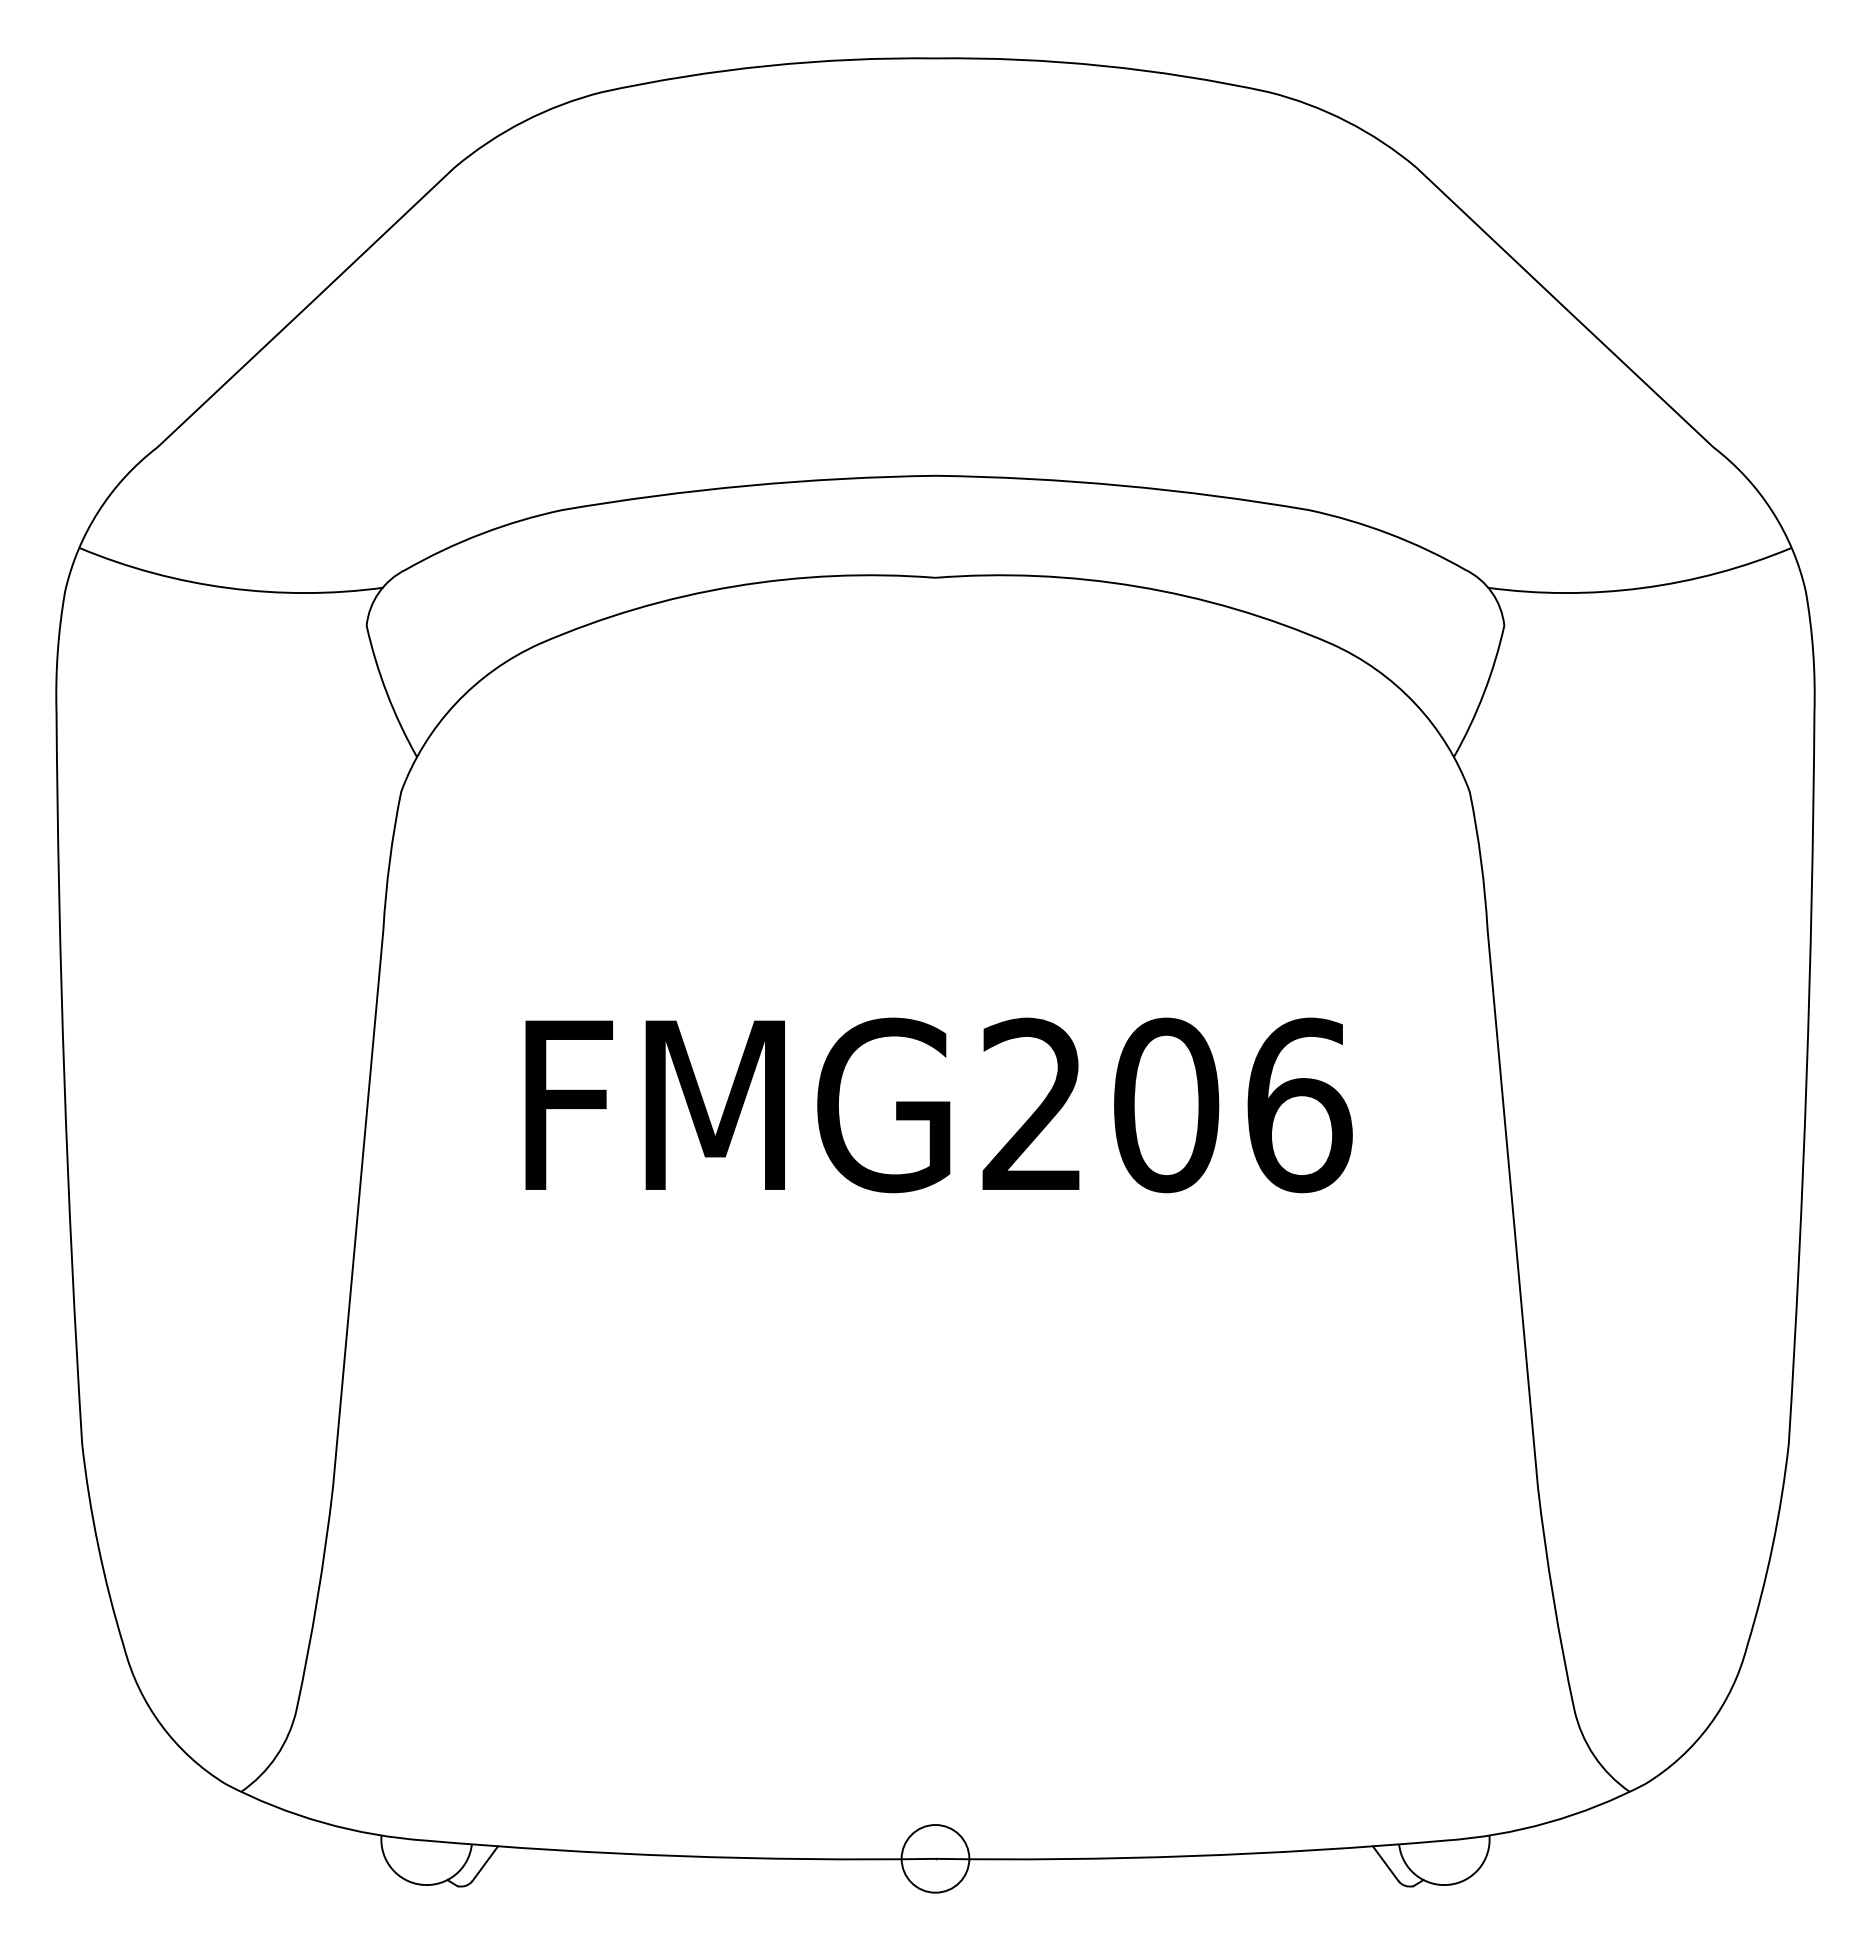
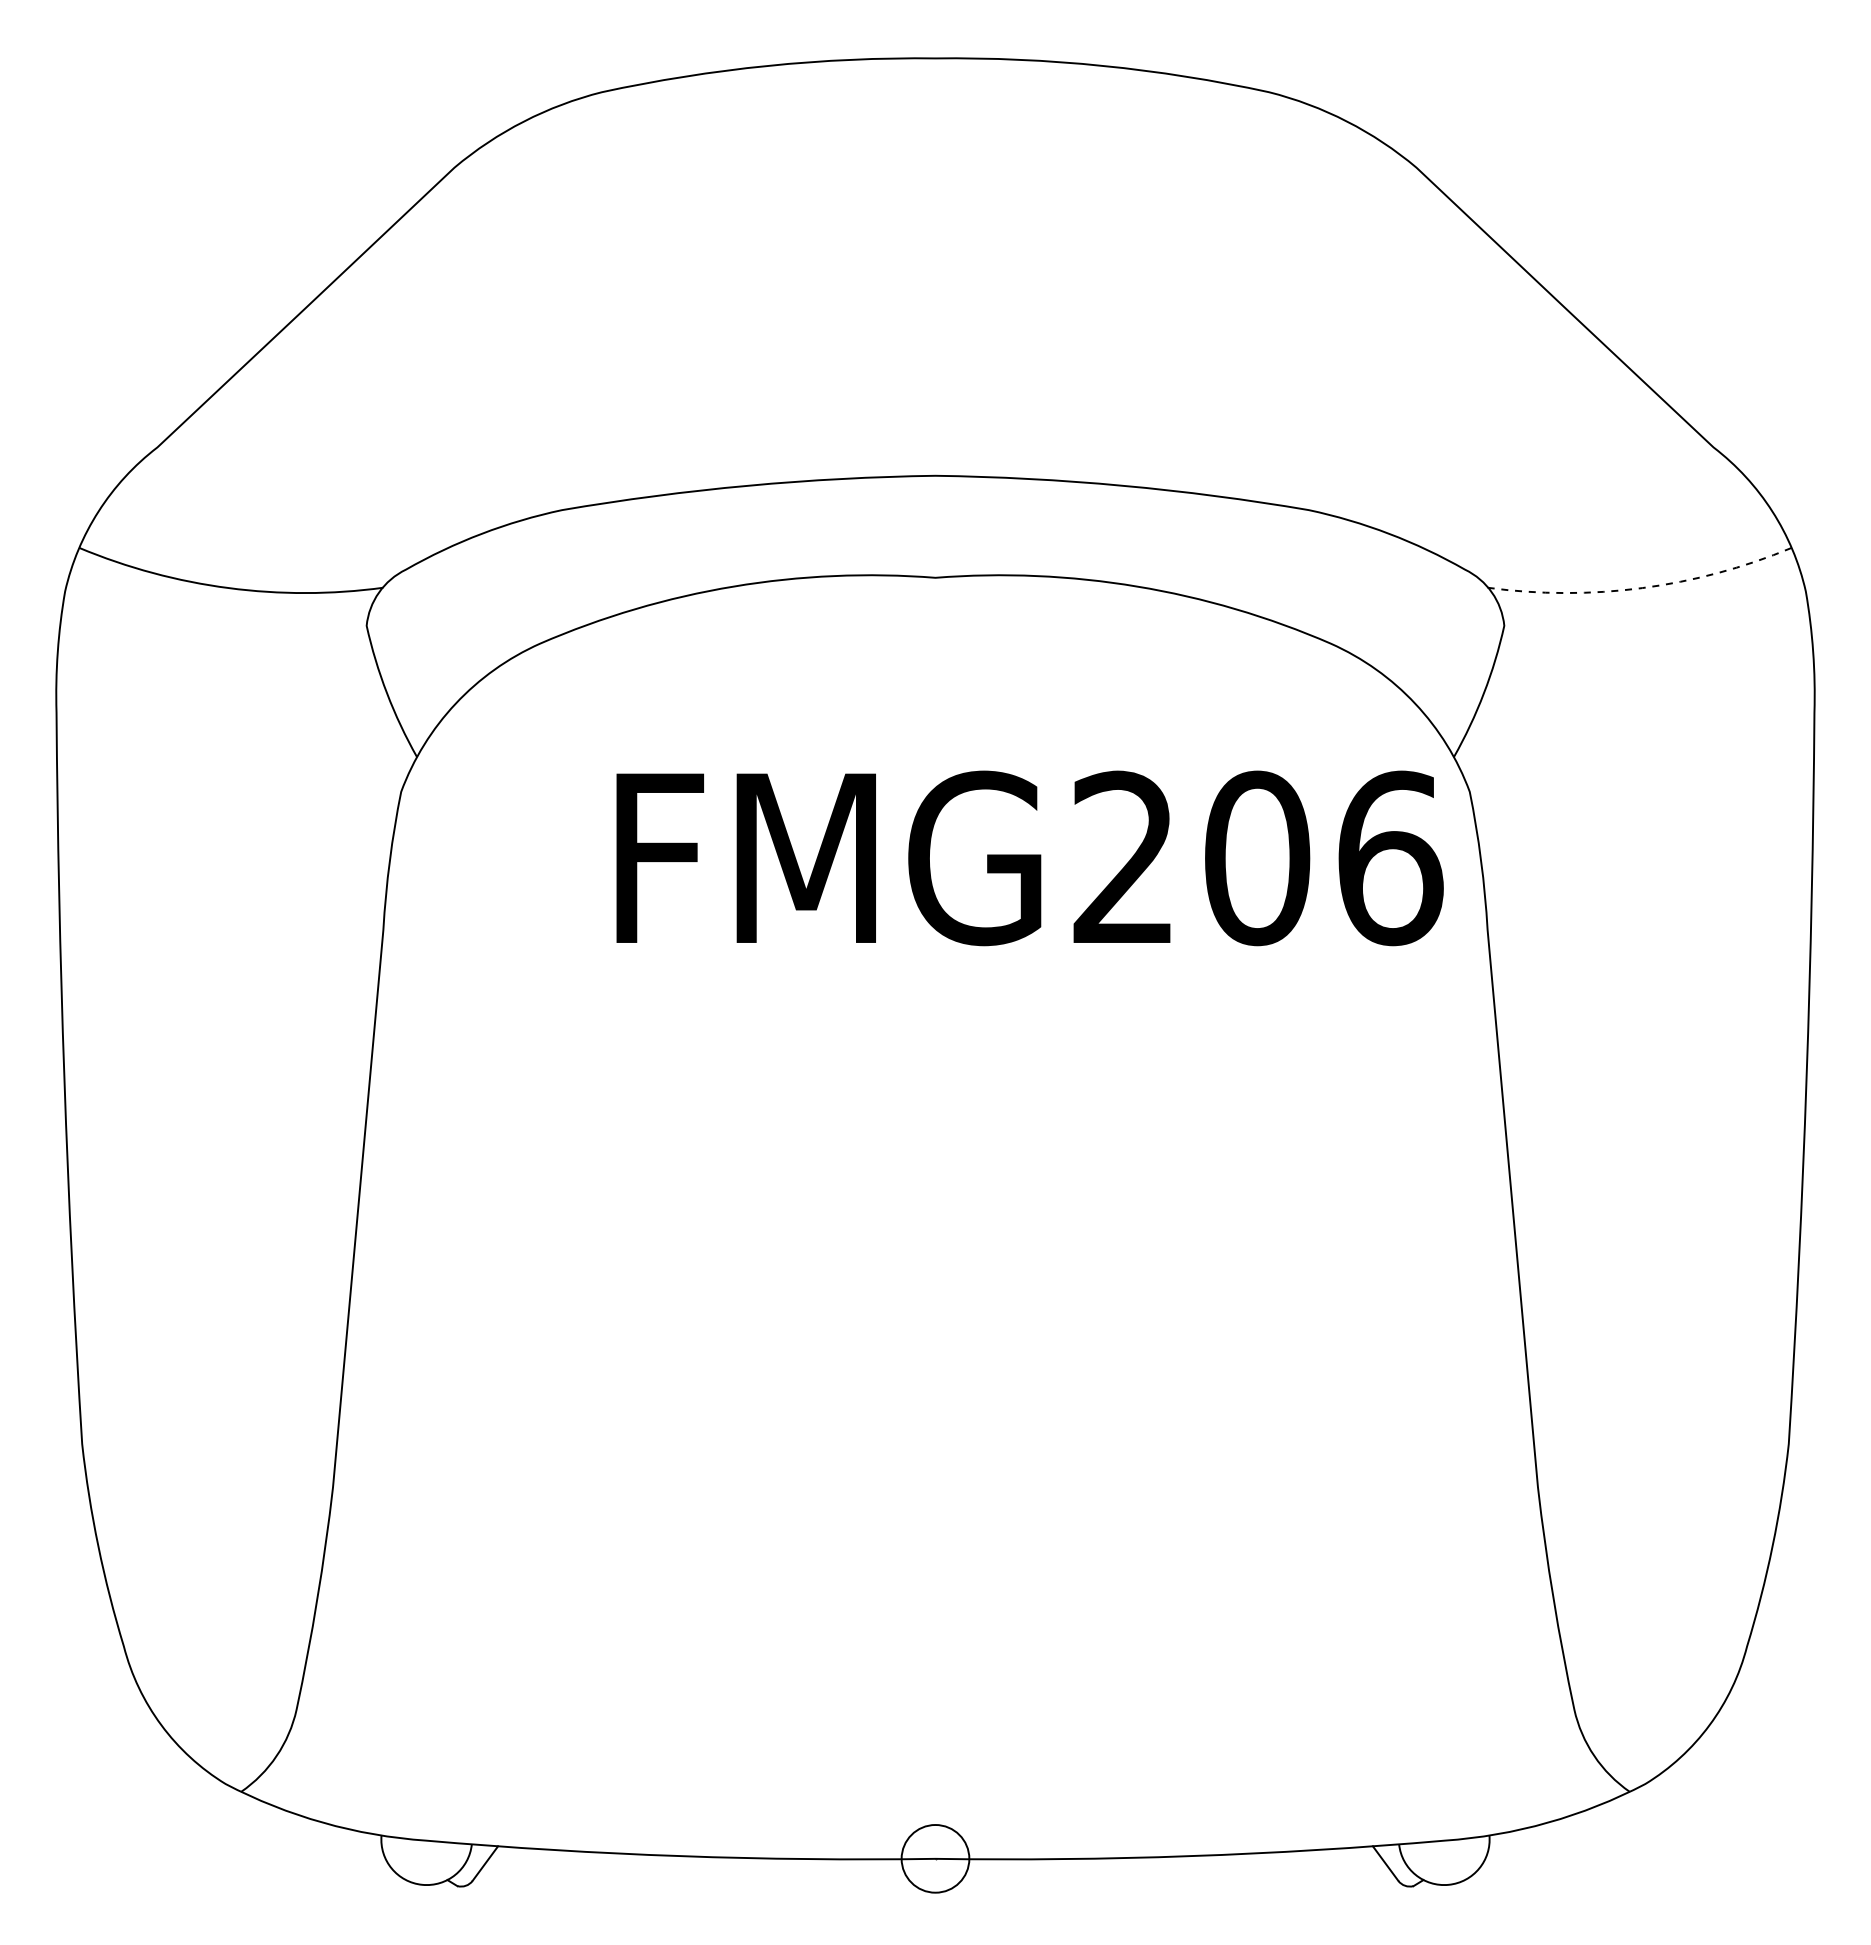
arc at (1642, 588): solid -> dashed
text at (938, 1105) position: (938, 1105) -> (1029, 858)
